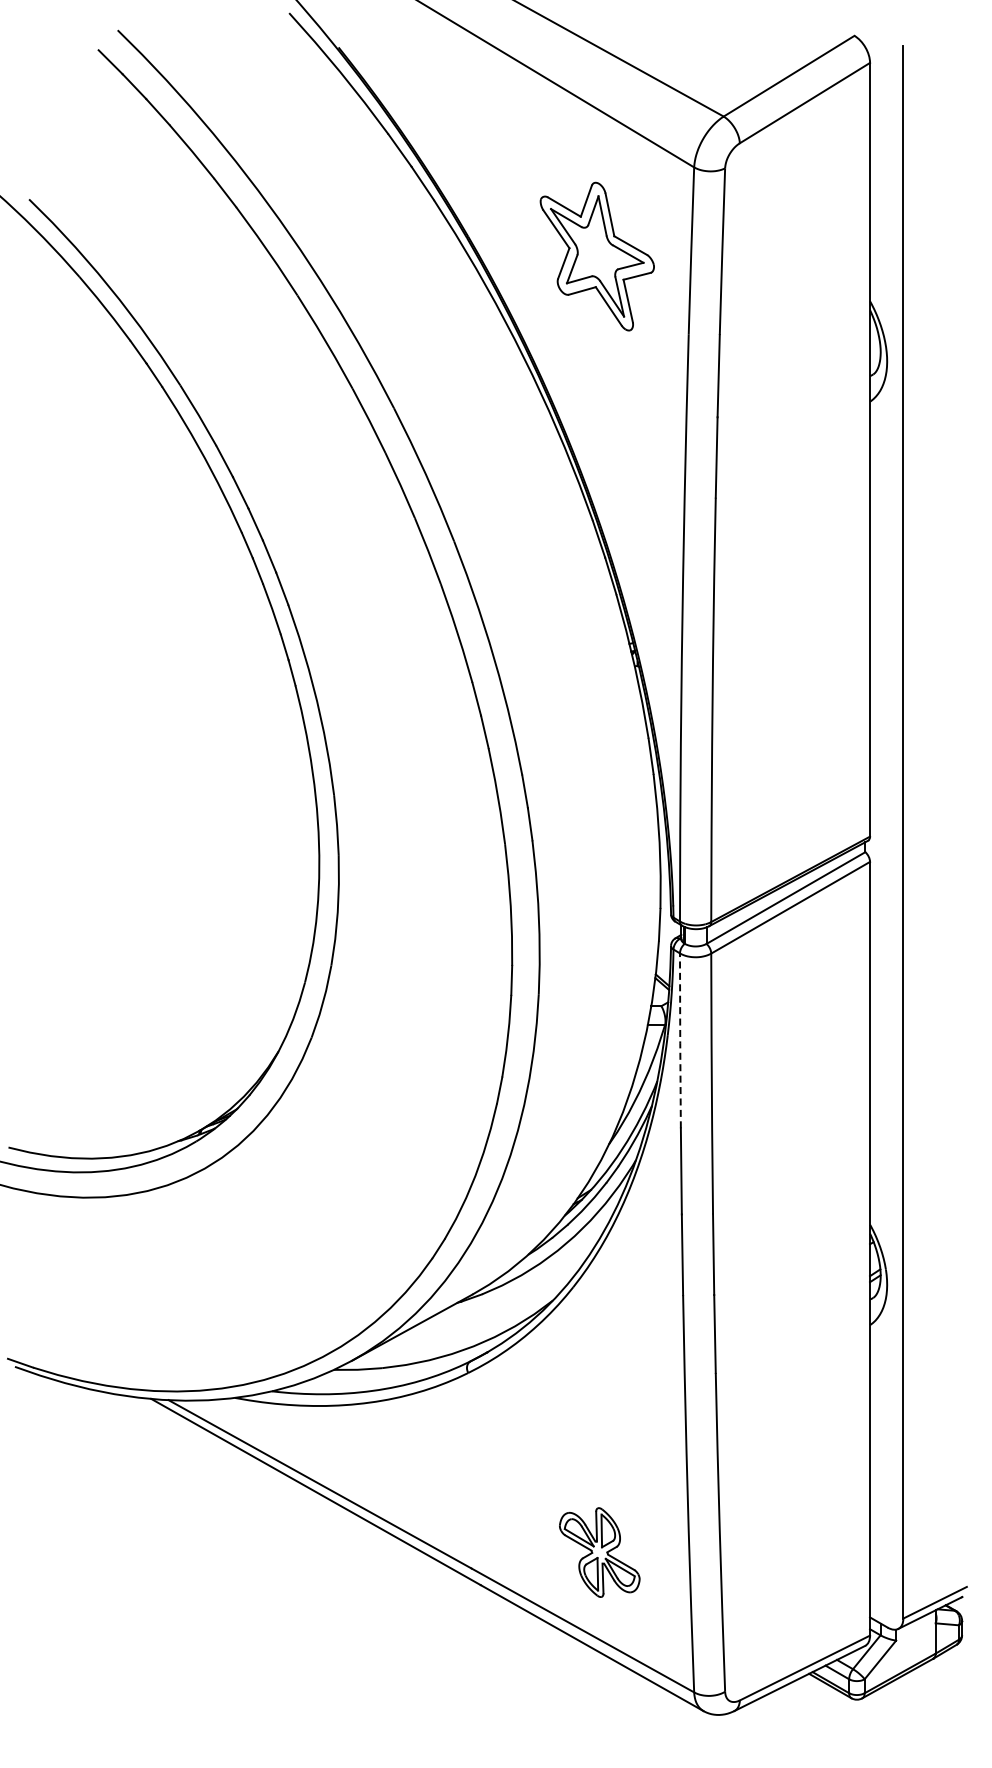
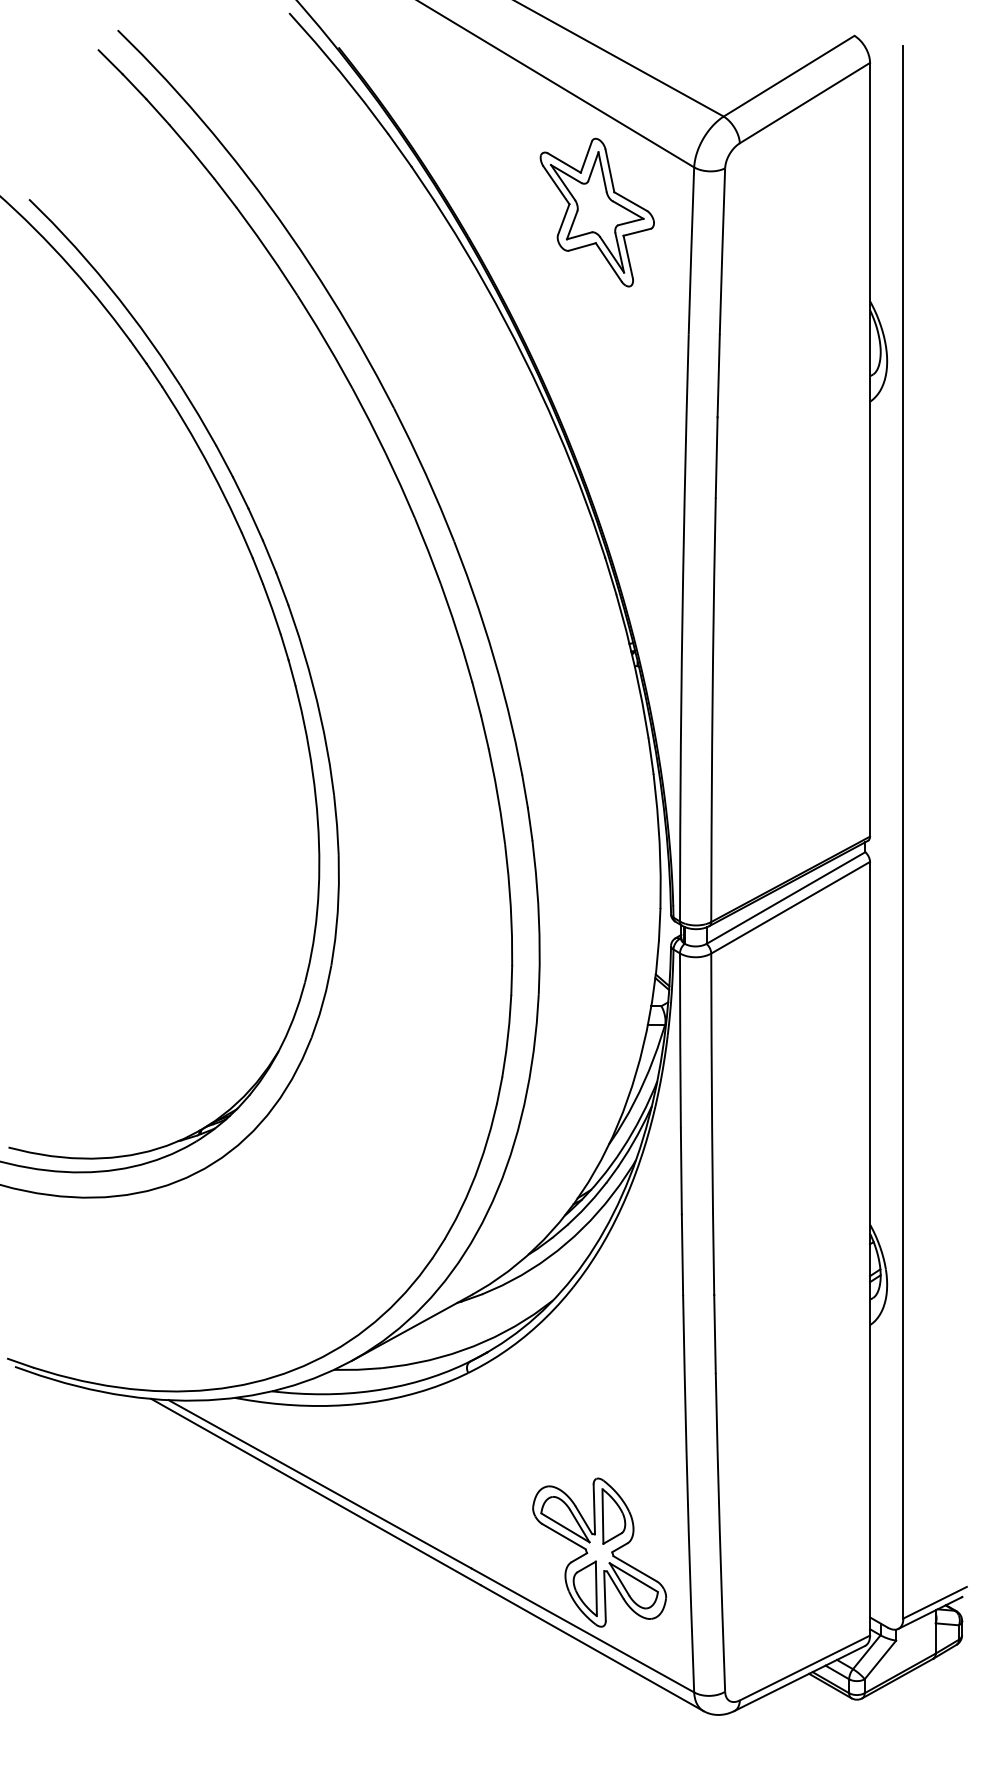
part at (596, 256) position: (596, 256) -> (596, 212)
line at (680, 1041): dashed -> solid
part at (599, 1552) size: 82x91 px -> 136x151 px
